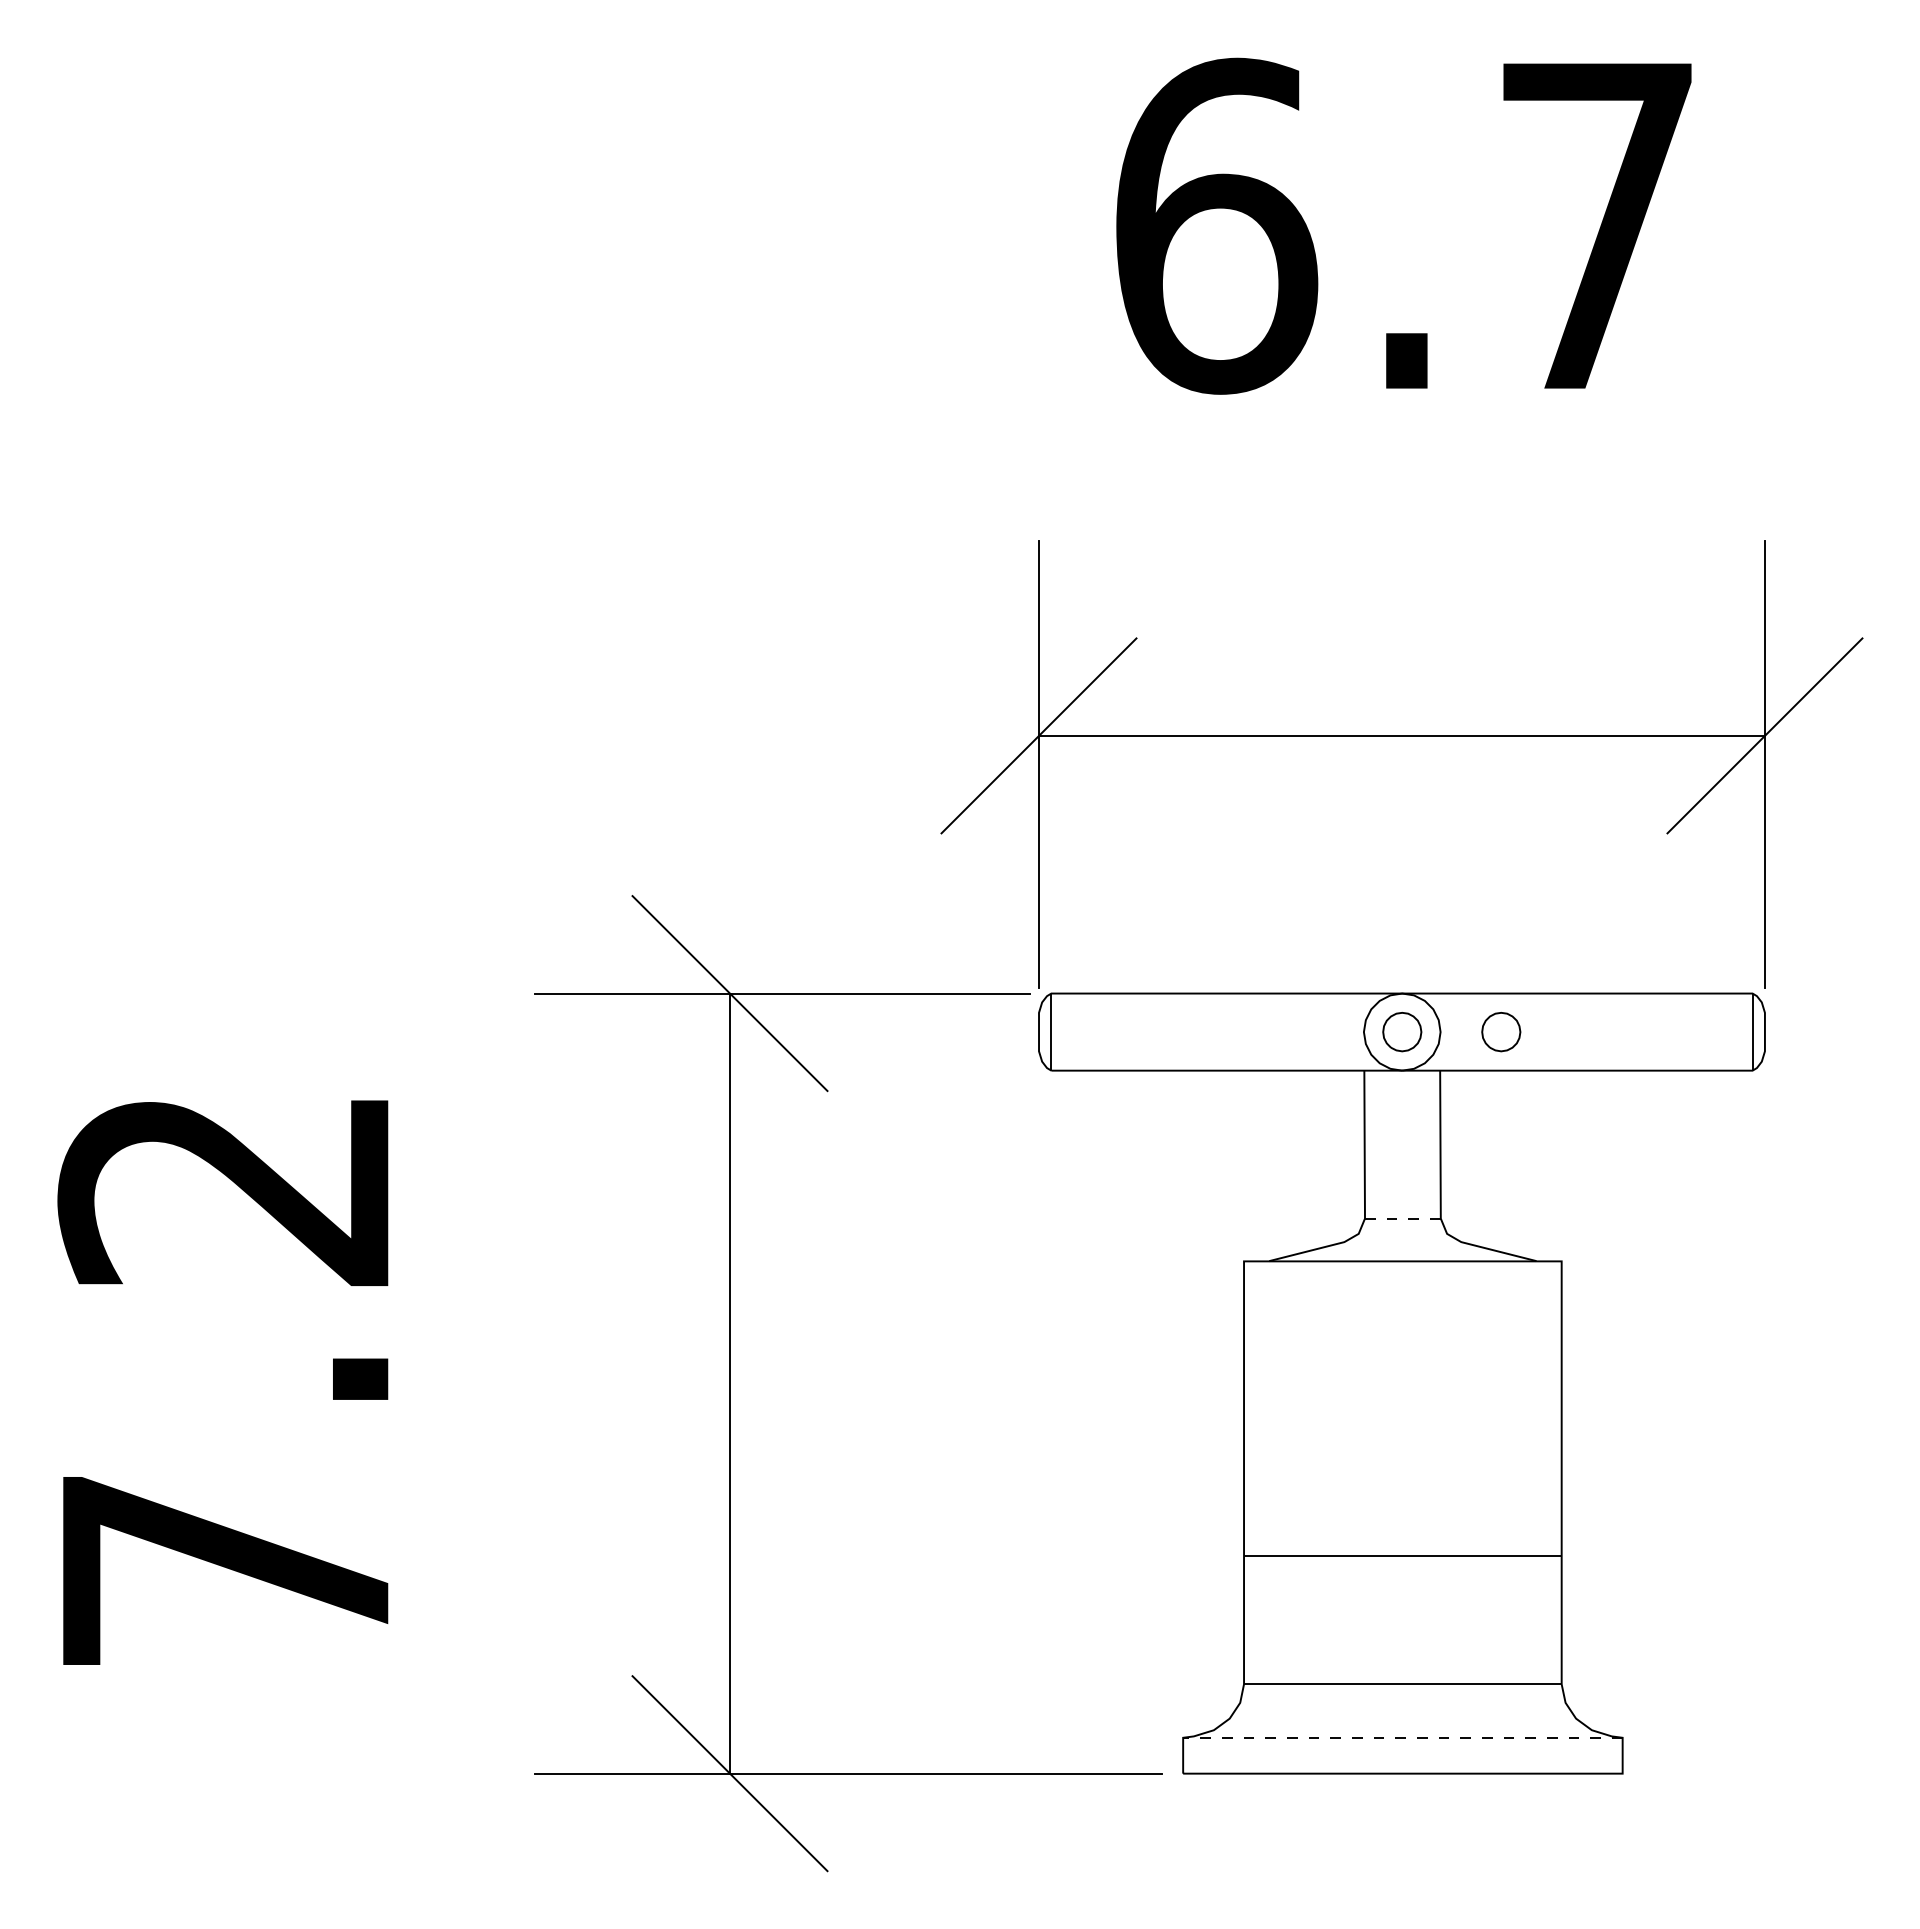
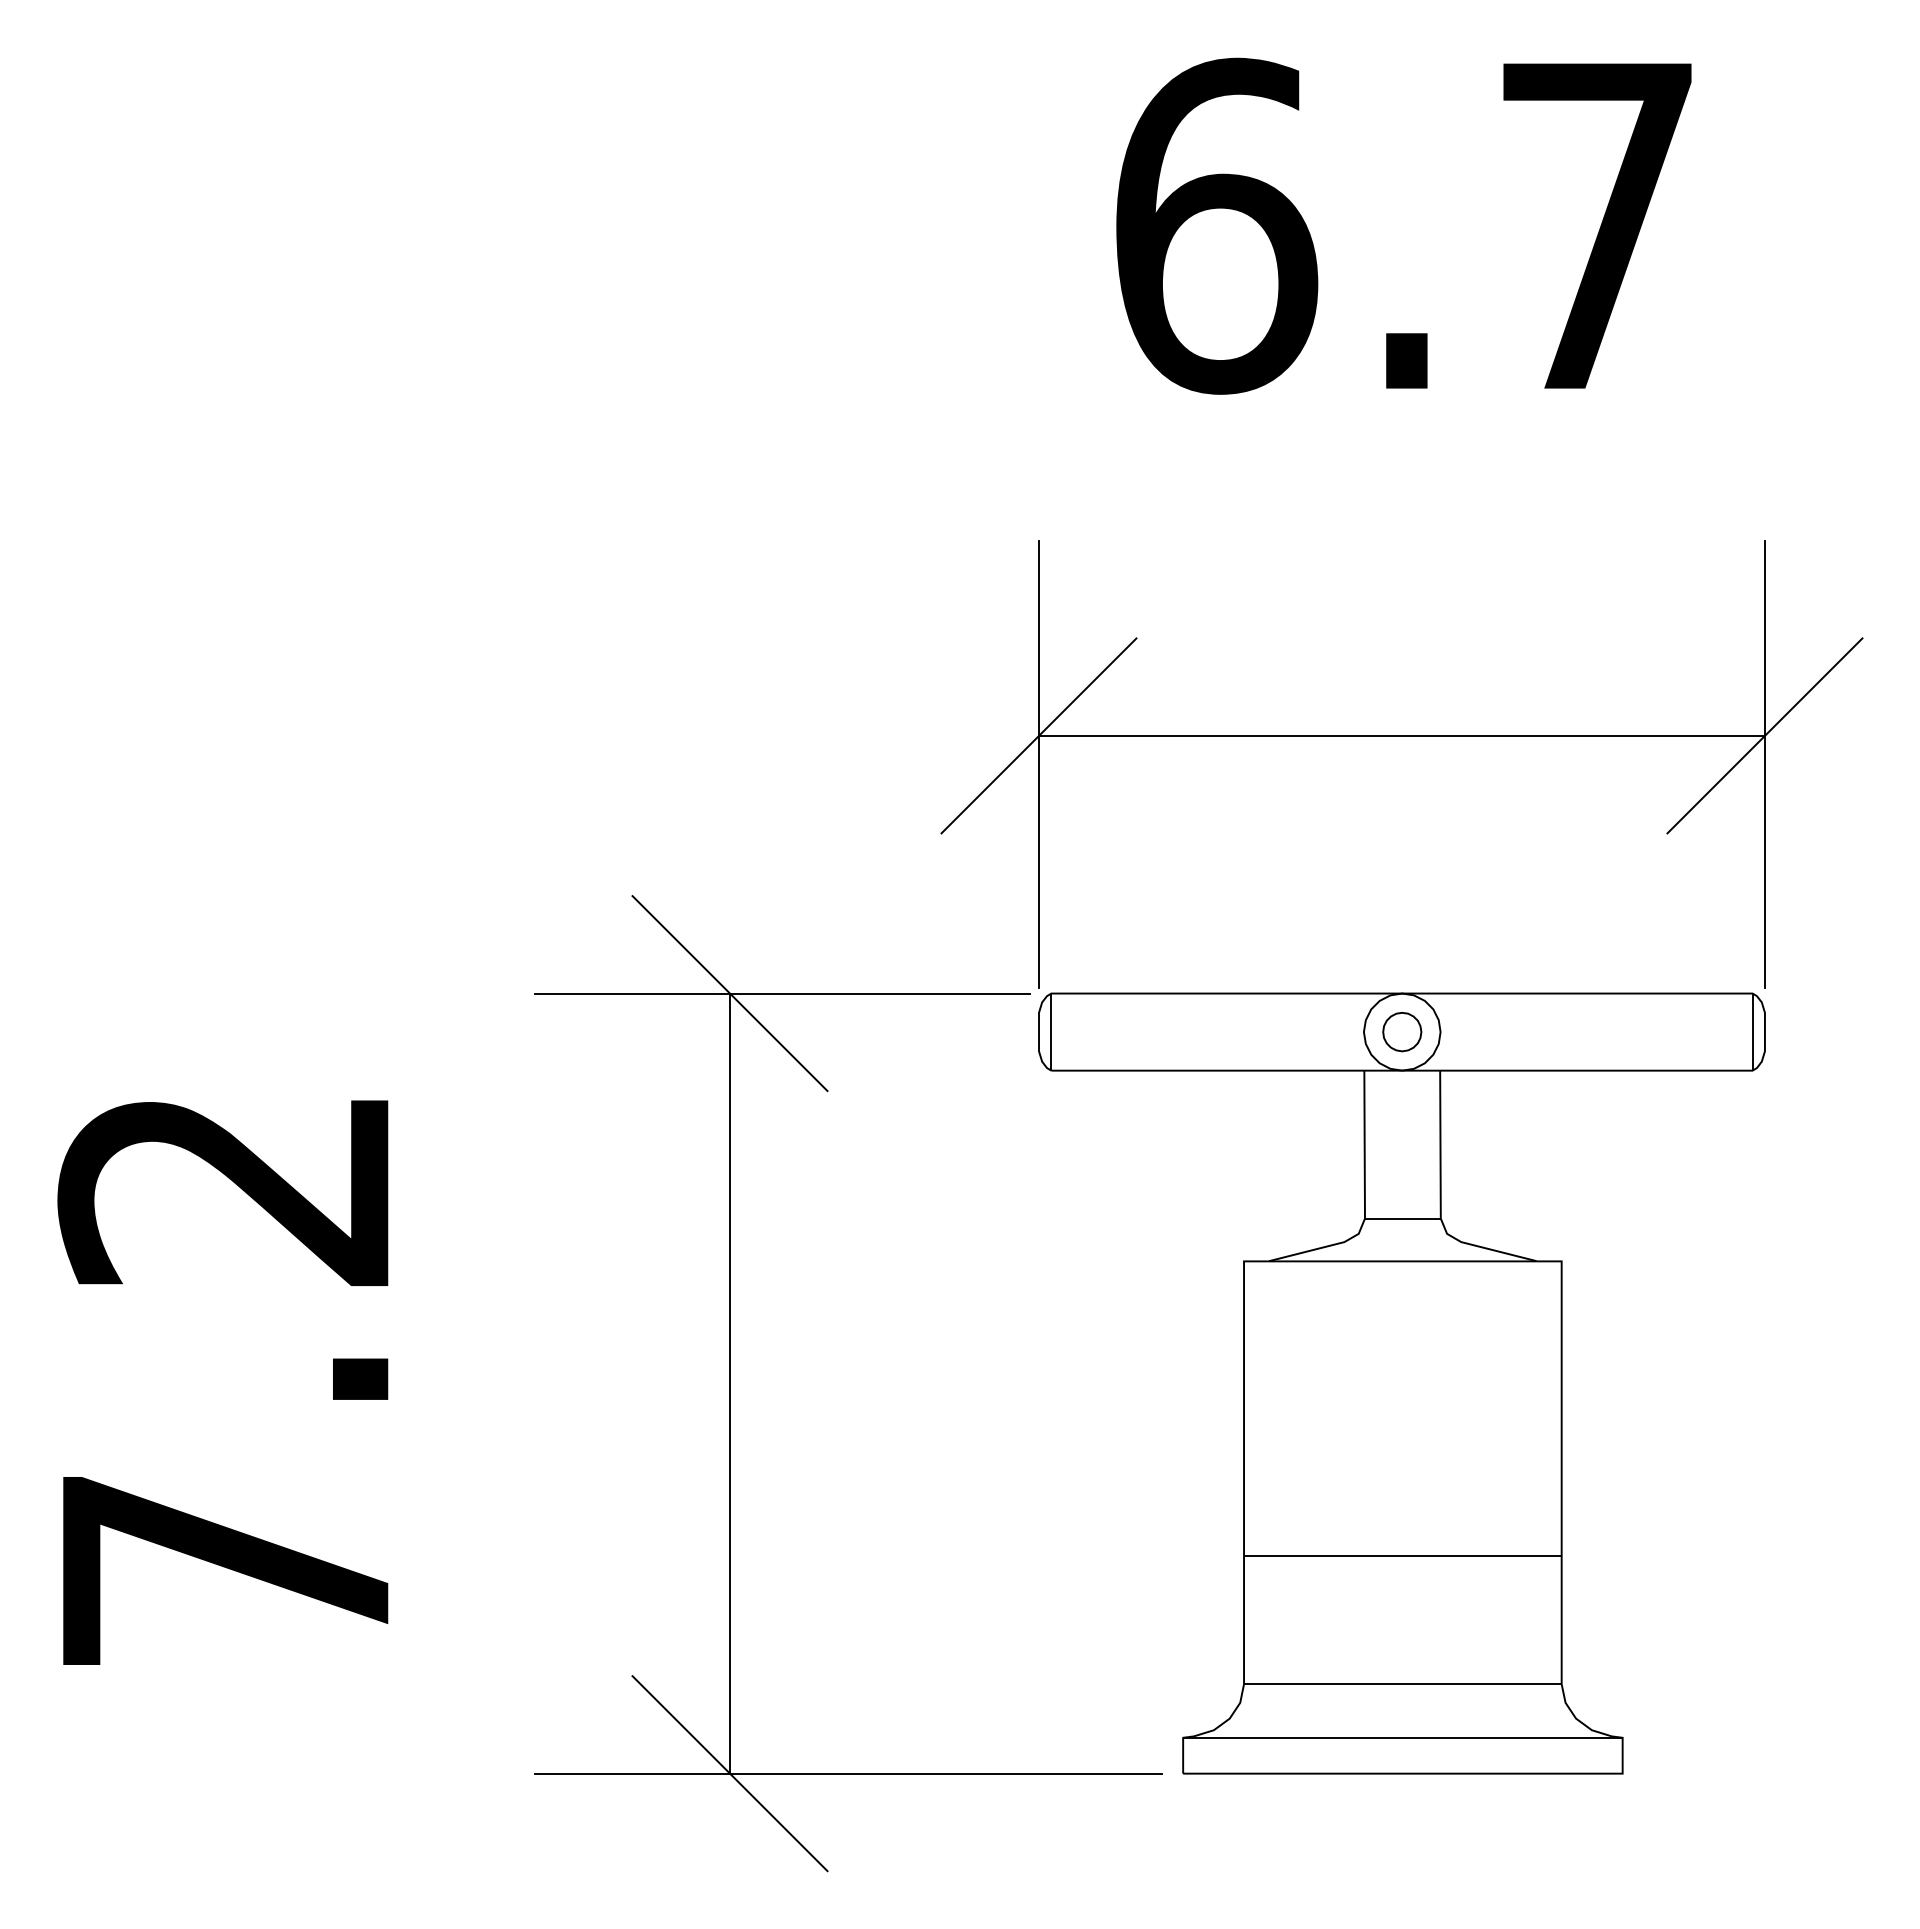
part at (1501, 1032): present -> none
line at (1402, 1218): dashed -> solid
line at (1402, 1737): dashed -> solid
